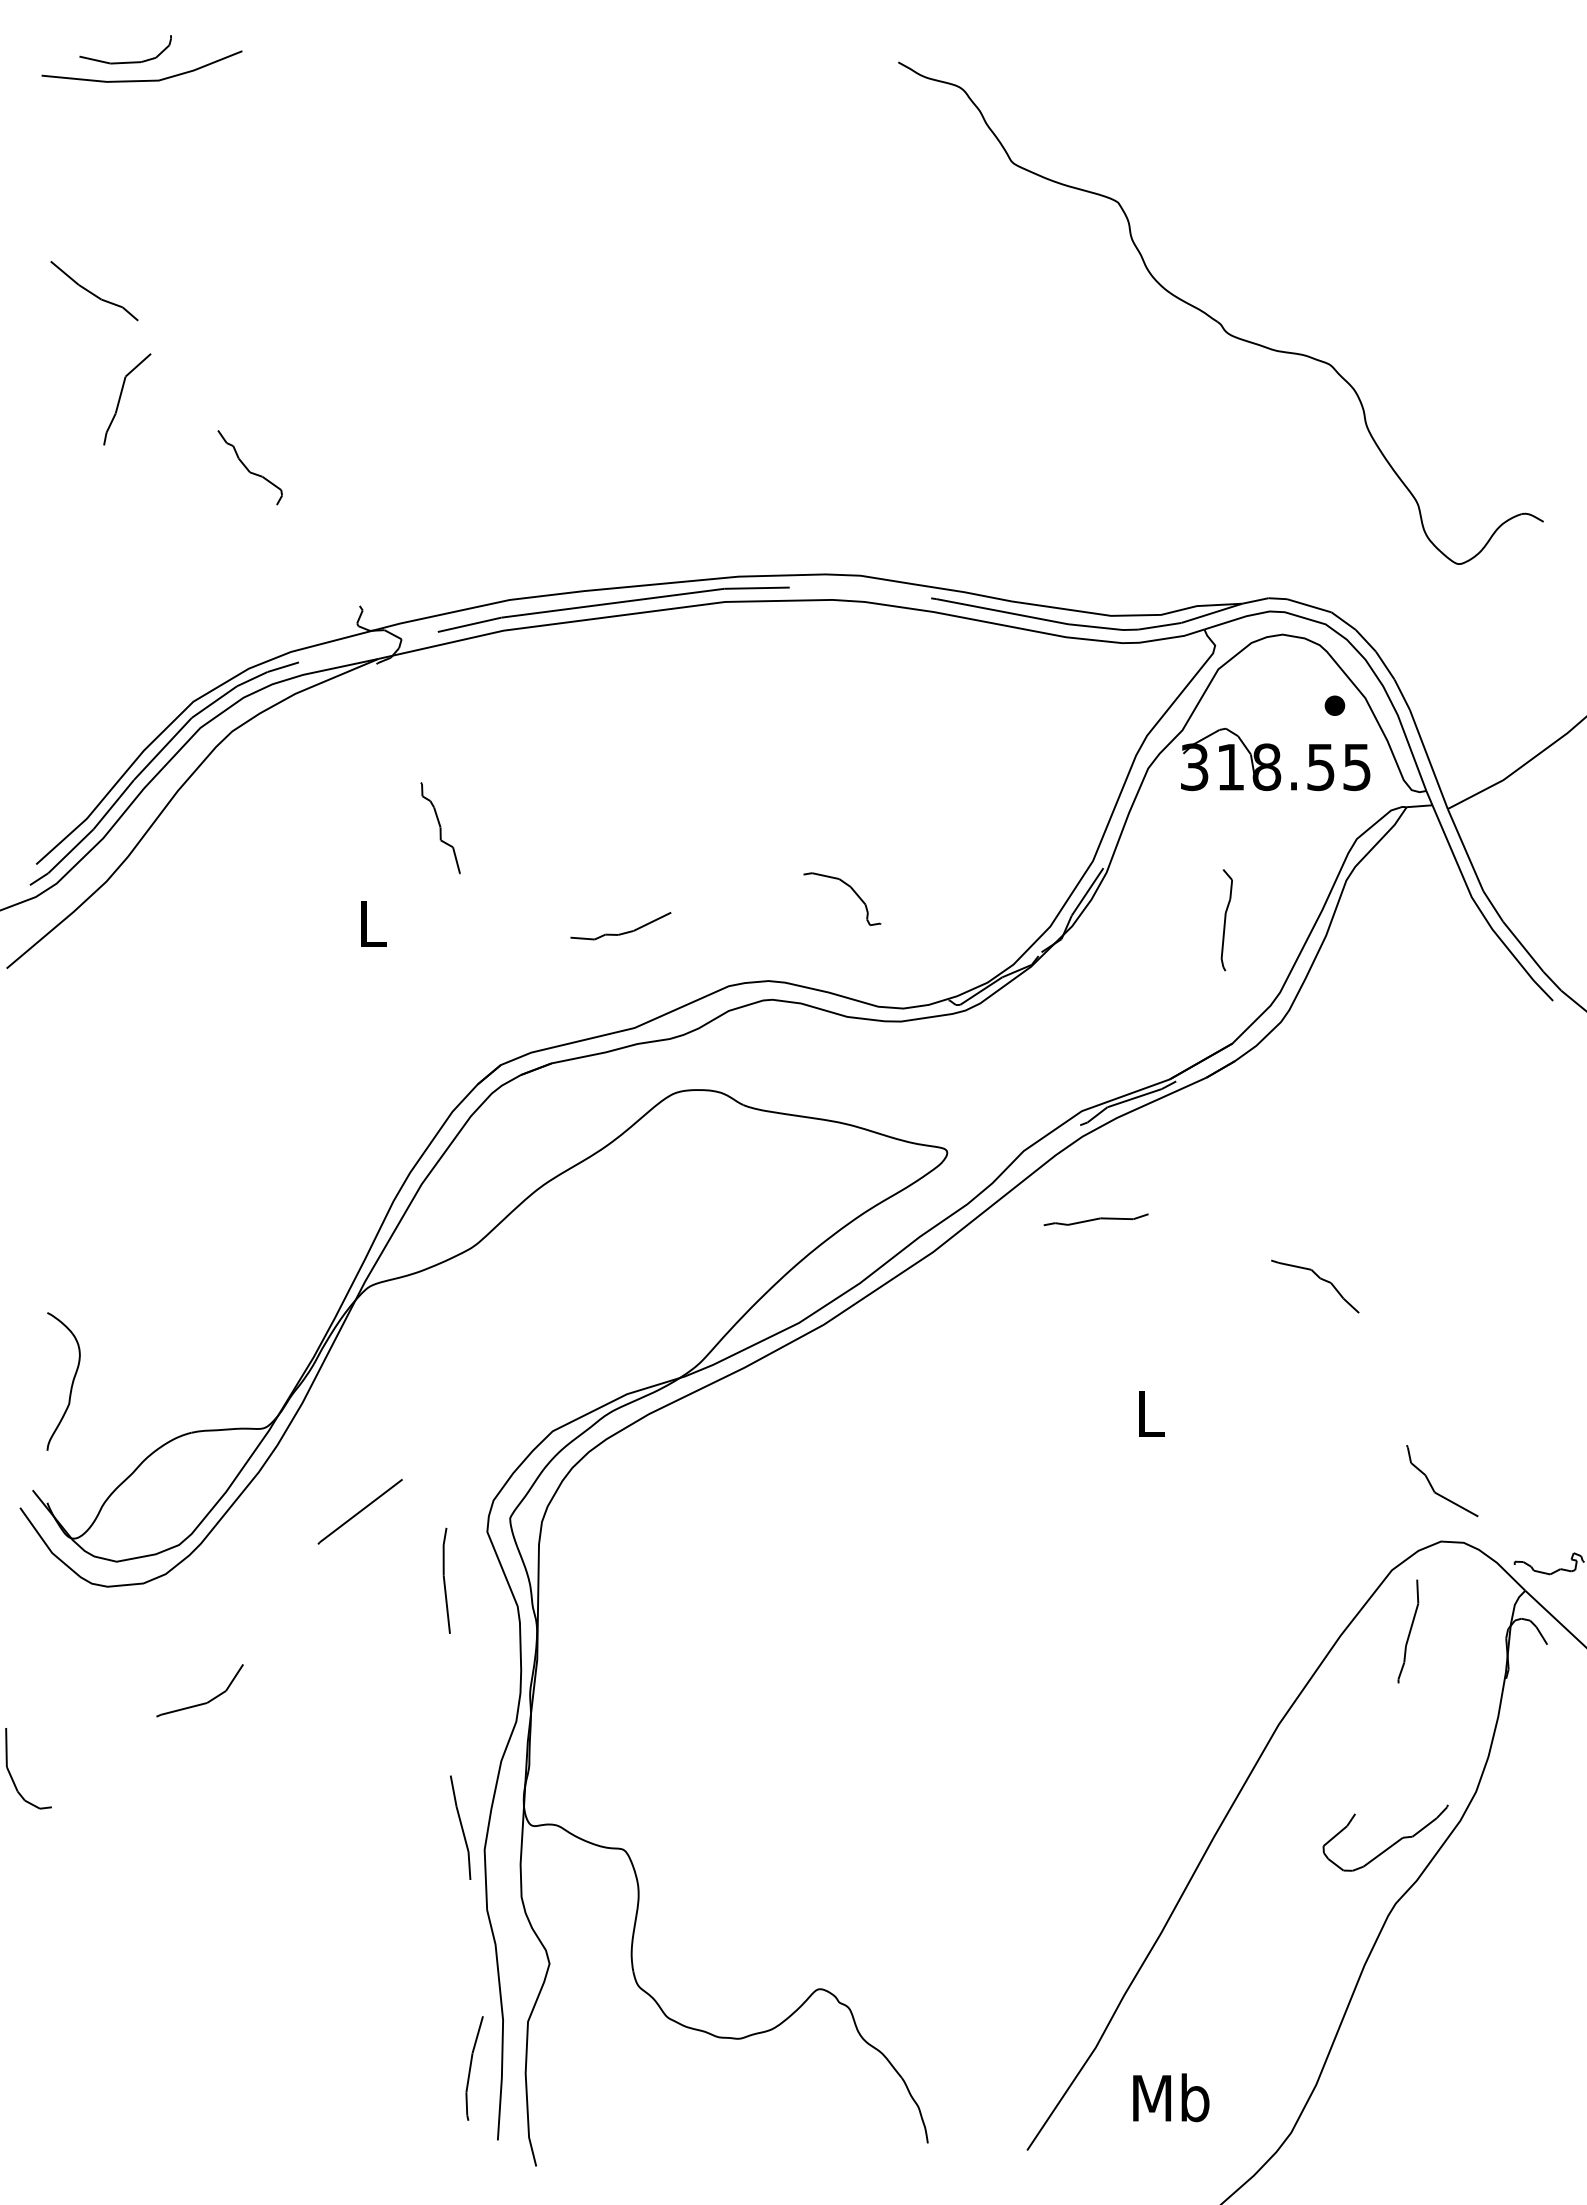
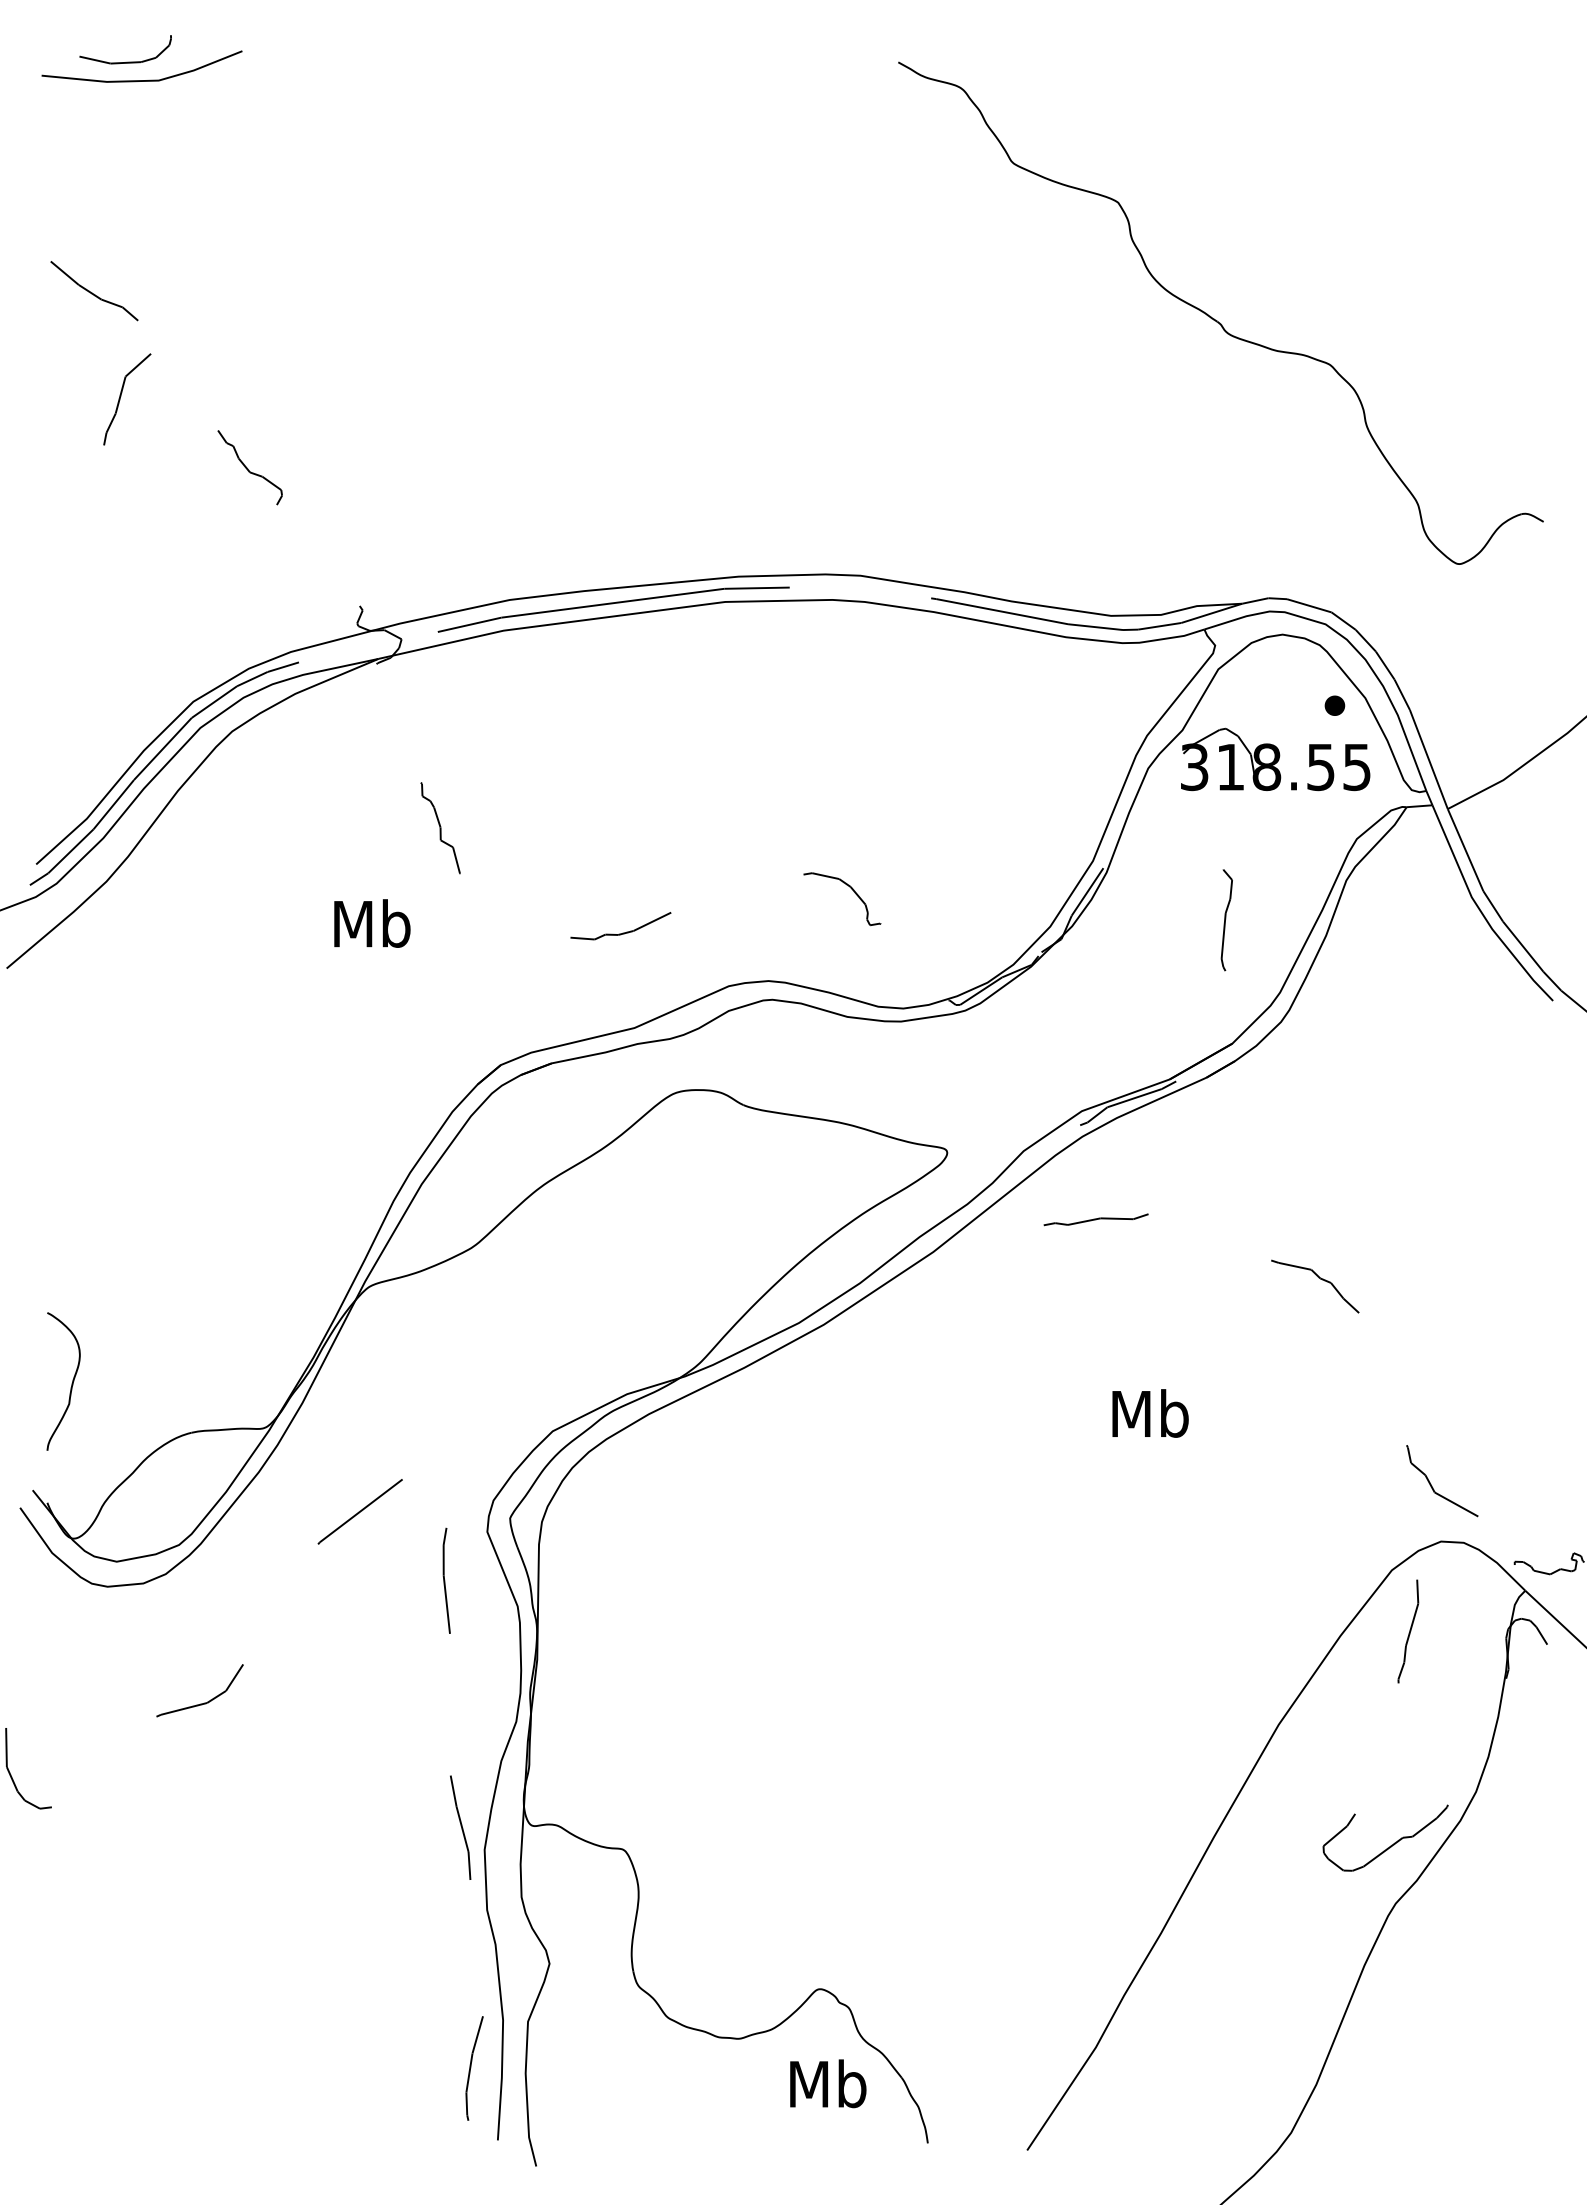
text at (372, 923): L -> Mb
text at (1150, 1413): L -> Mb
text at (1171, 2097) position: (1171, 2097) -> (828, 2083)
